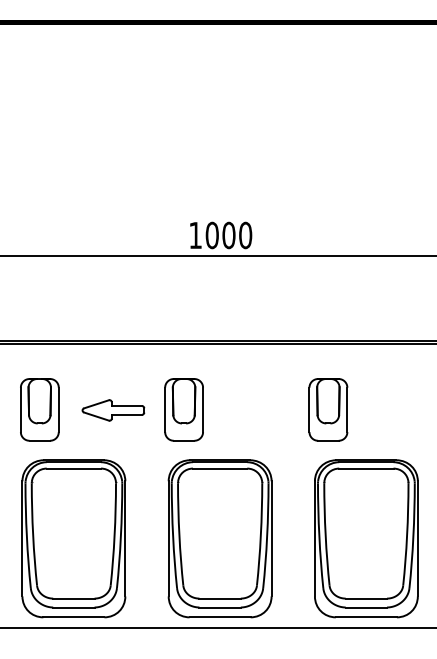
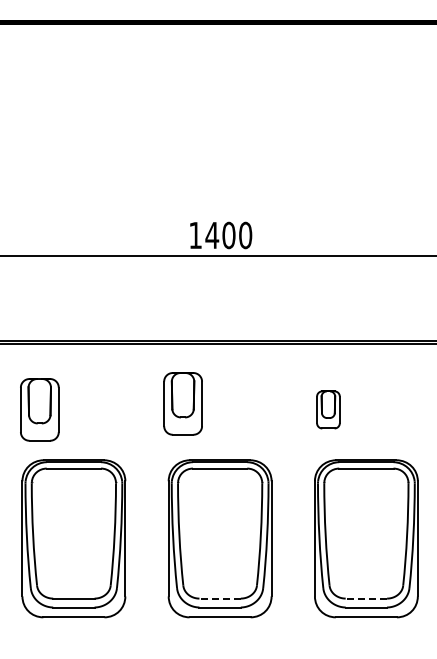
text at (212, 235): 1000 -> 1400
part at (183, 409) position: (183, 409) -> (182, 403)
part at (328, 409) size: 41x64 px -> 25x40 px
part at (113, 410): present -> none
line at (220, 598): solid -> dashed
line at (366, 598): solid -> dashed
line at (217, 628): present -> none
